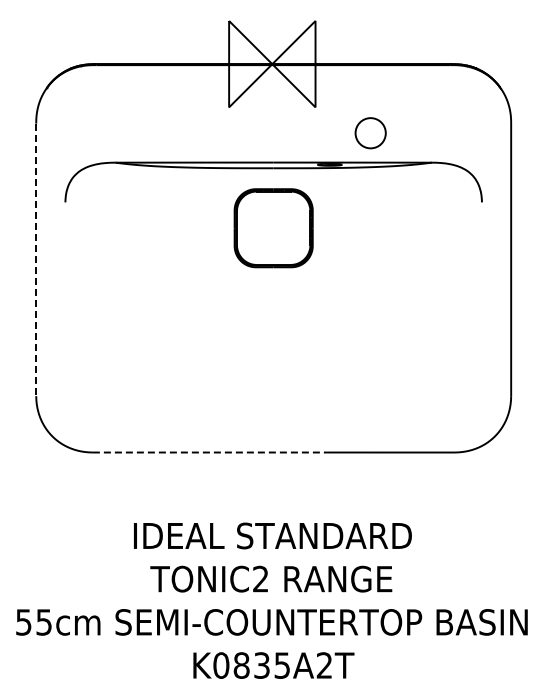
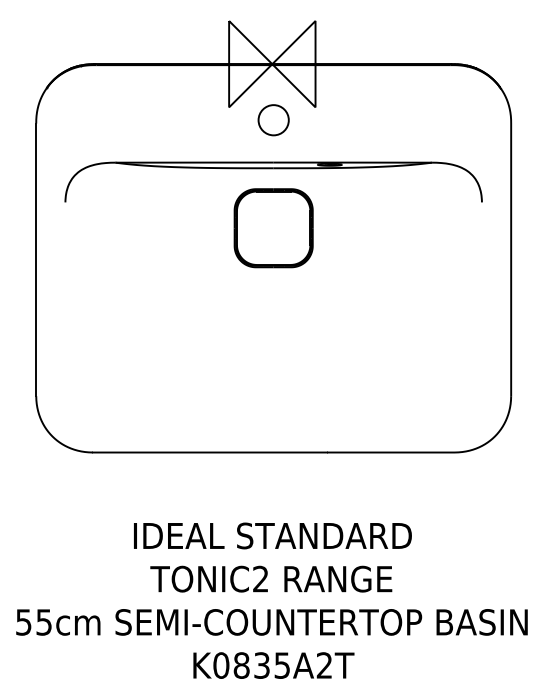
circle at (370, 133) position: (370, 133) -> (273, 120)
line at (36, 260): dashed -> solid
line at (210, 452): dashed -> solid
